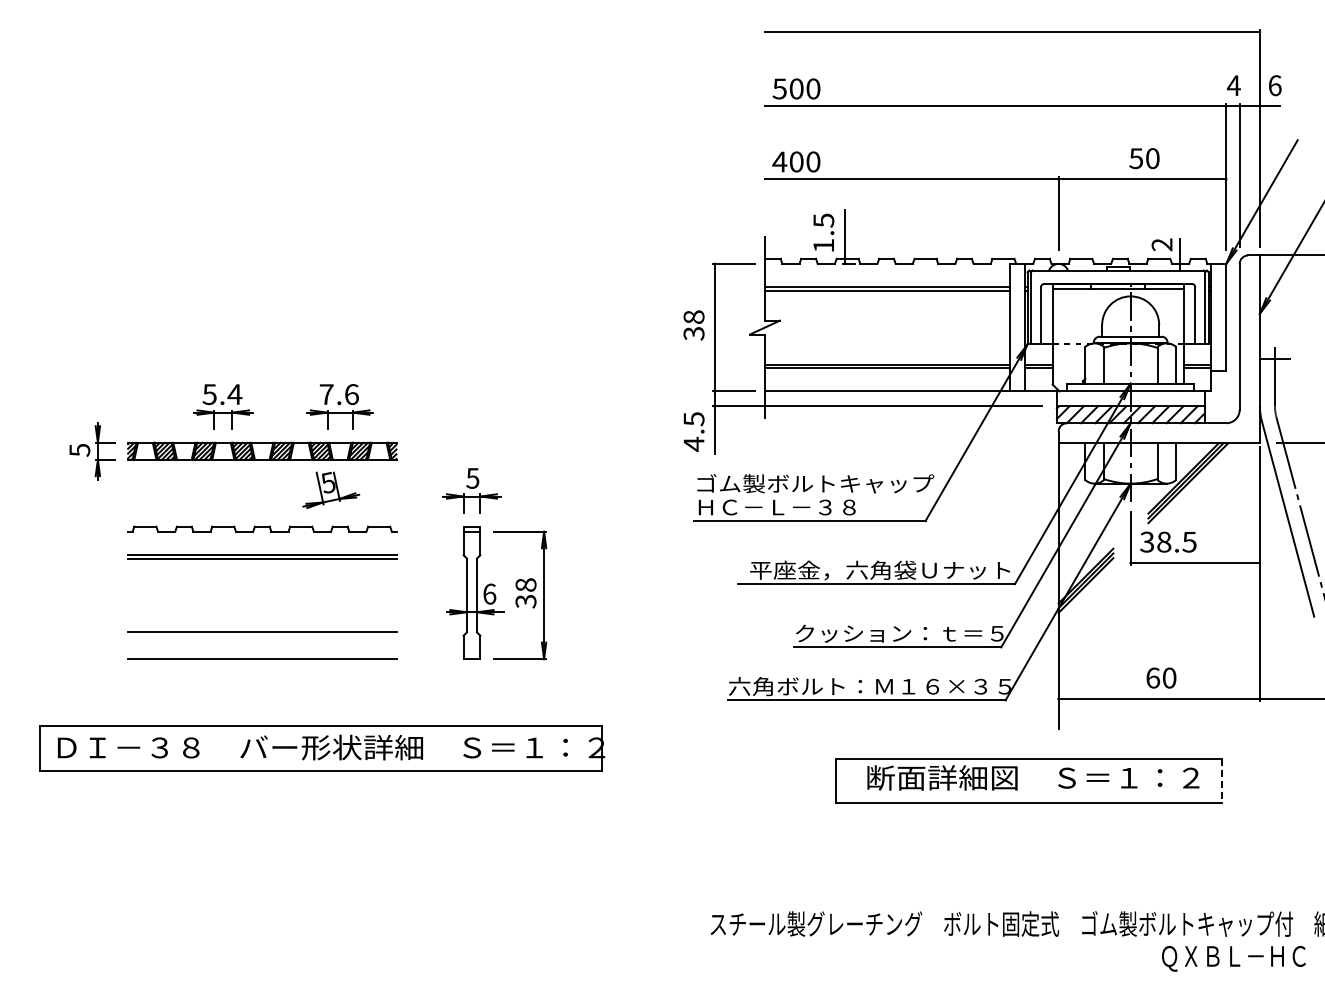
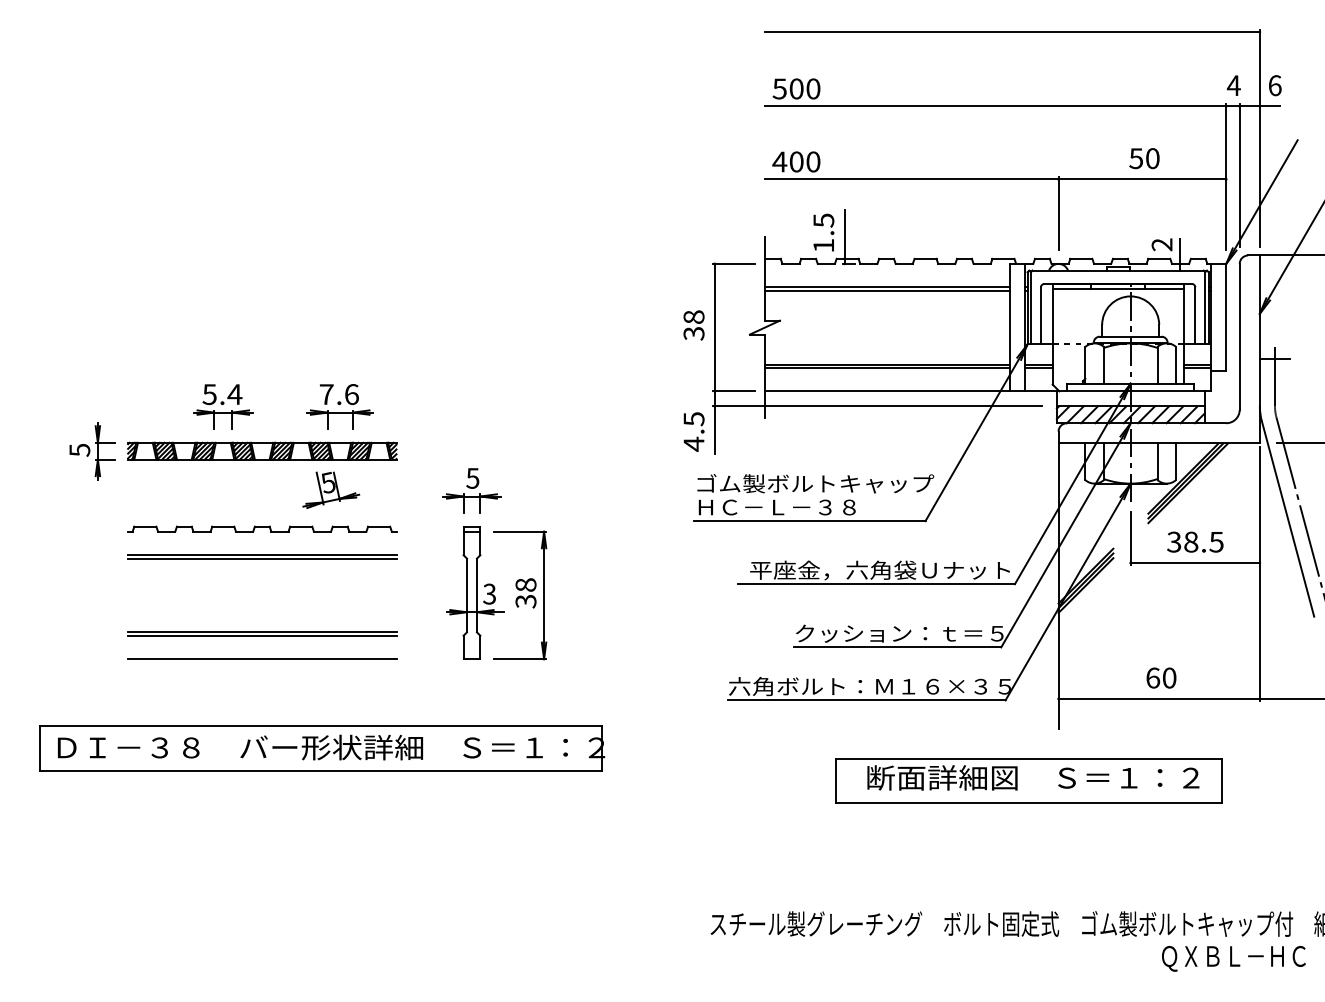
text at (1168, 541) position: (1168, 541) -> (1195, 541)
text at (489, 593): 6 -> 3
line at (262, 635): none -> present
line at (1221, 781): dashed -> solid
